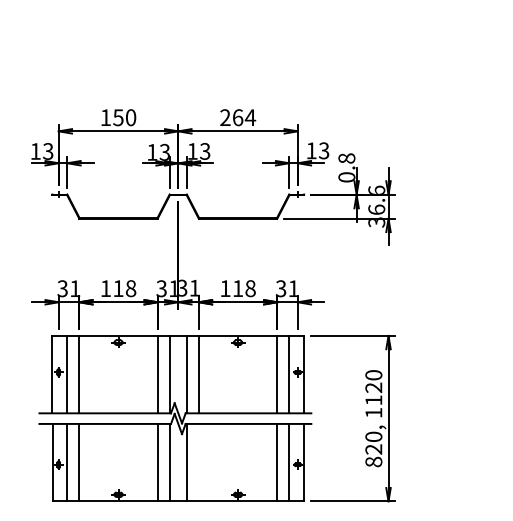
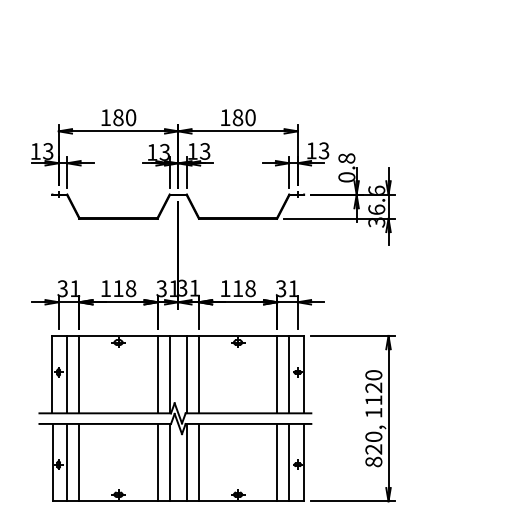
text at (118, 117): 150 -> 180
text at (238, 117): 264 -> 180
line at (198, 462): none -> present
